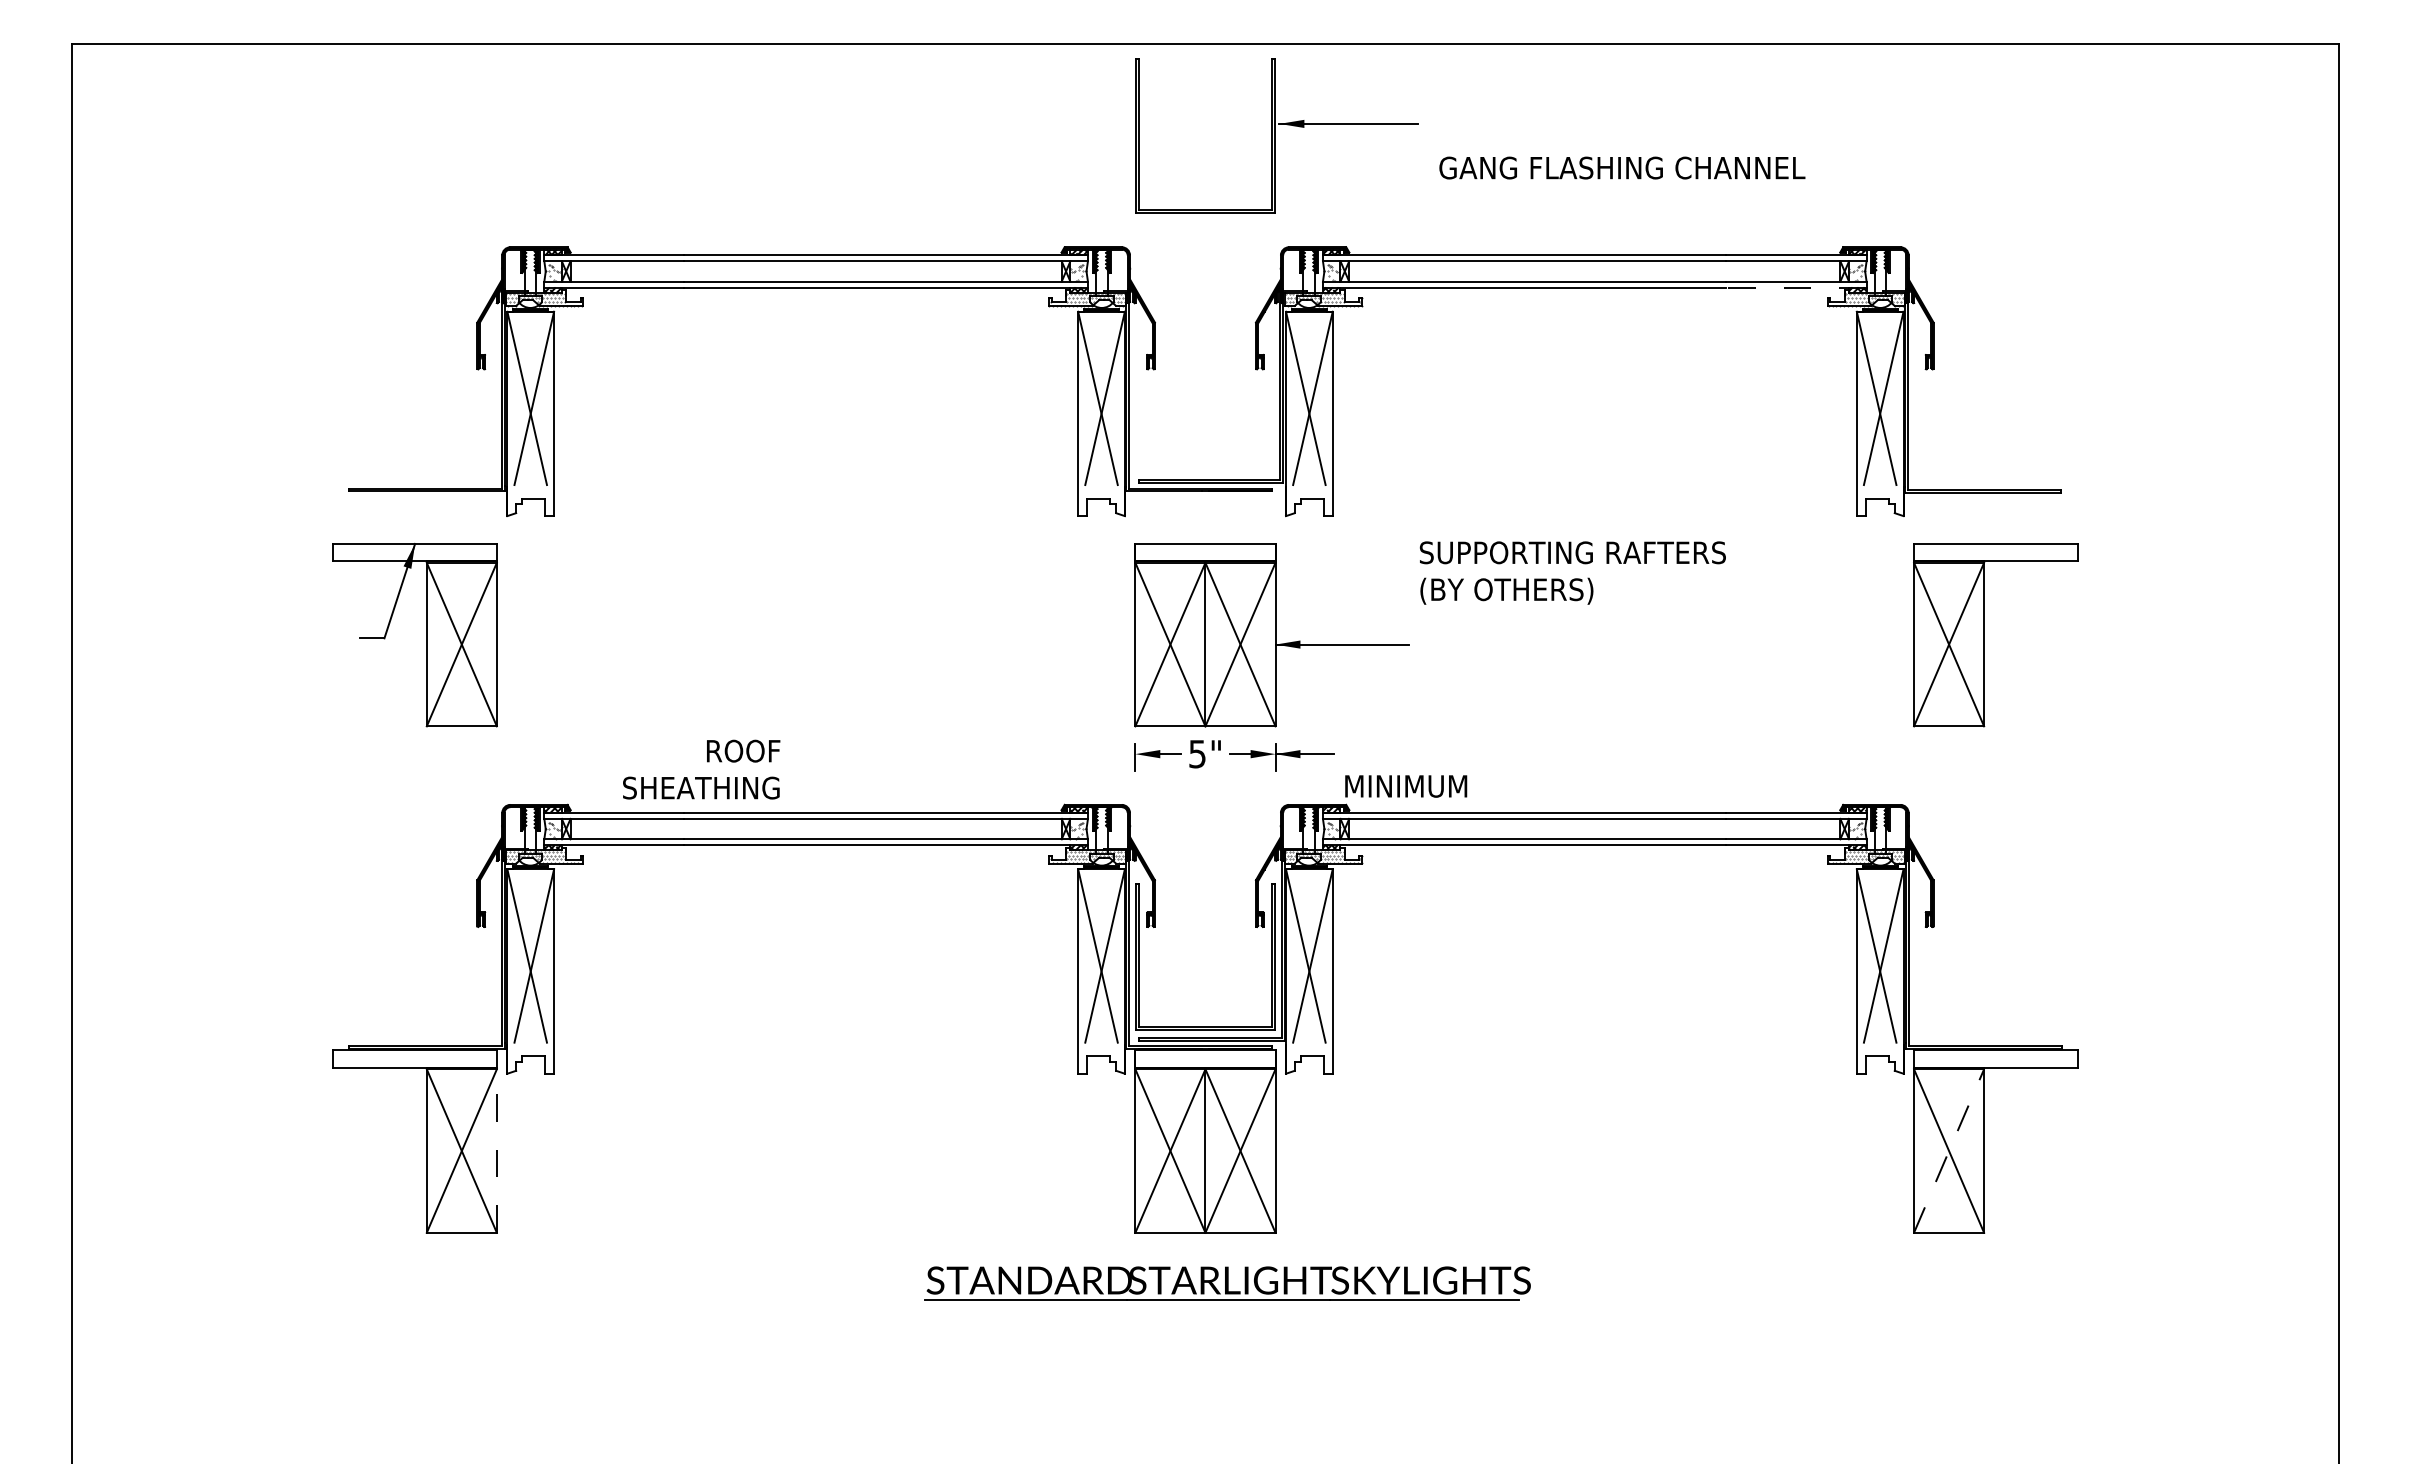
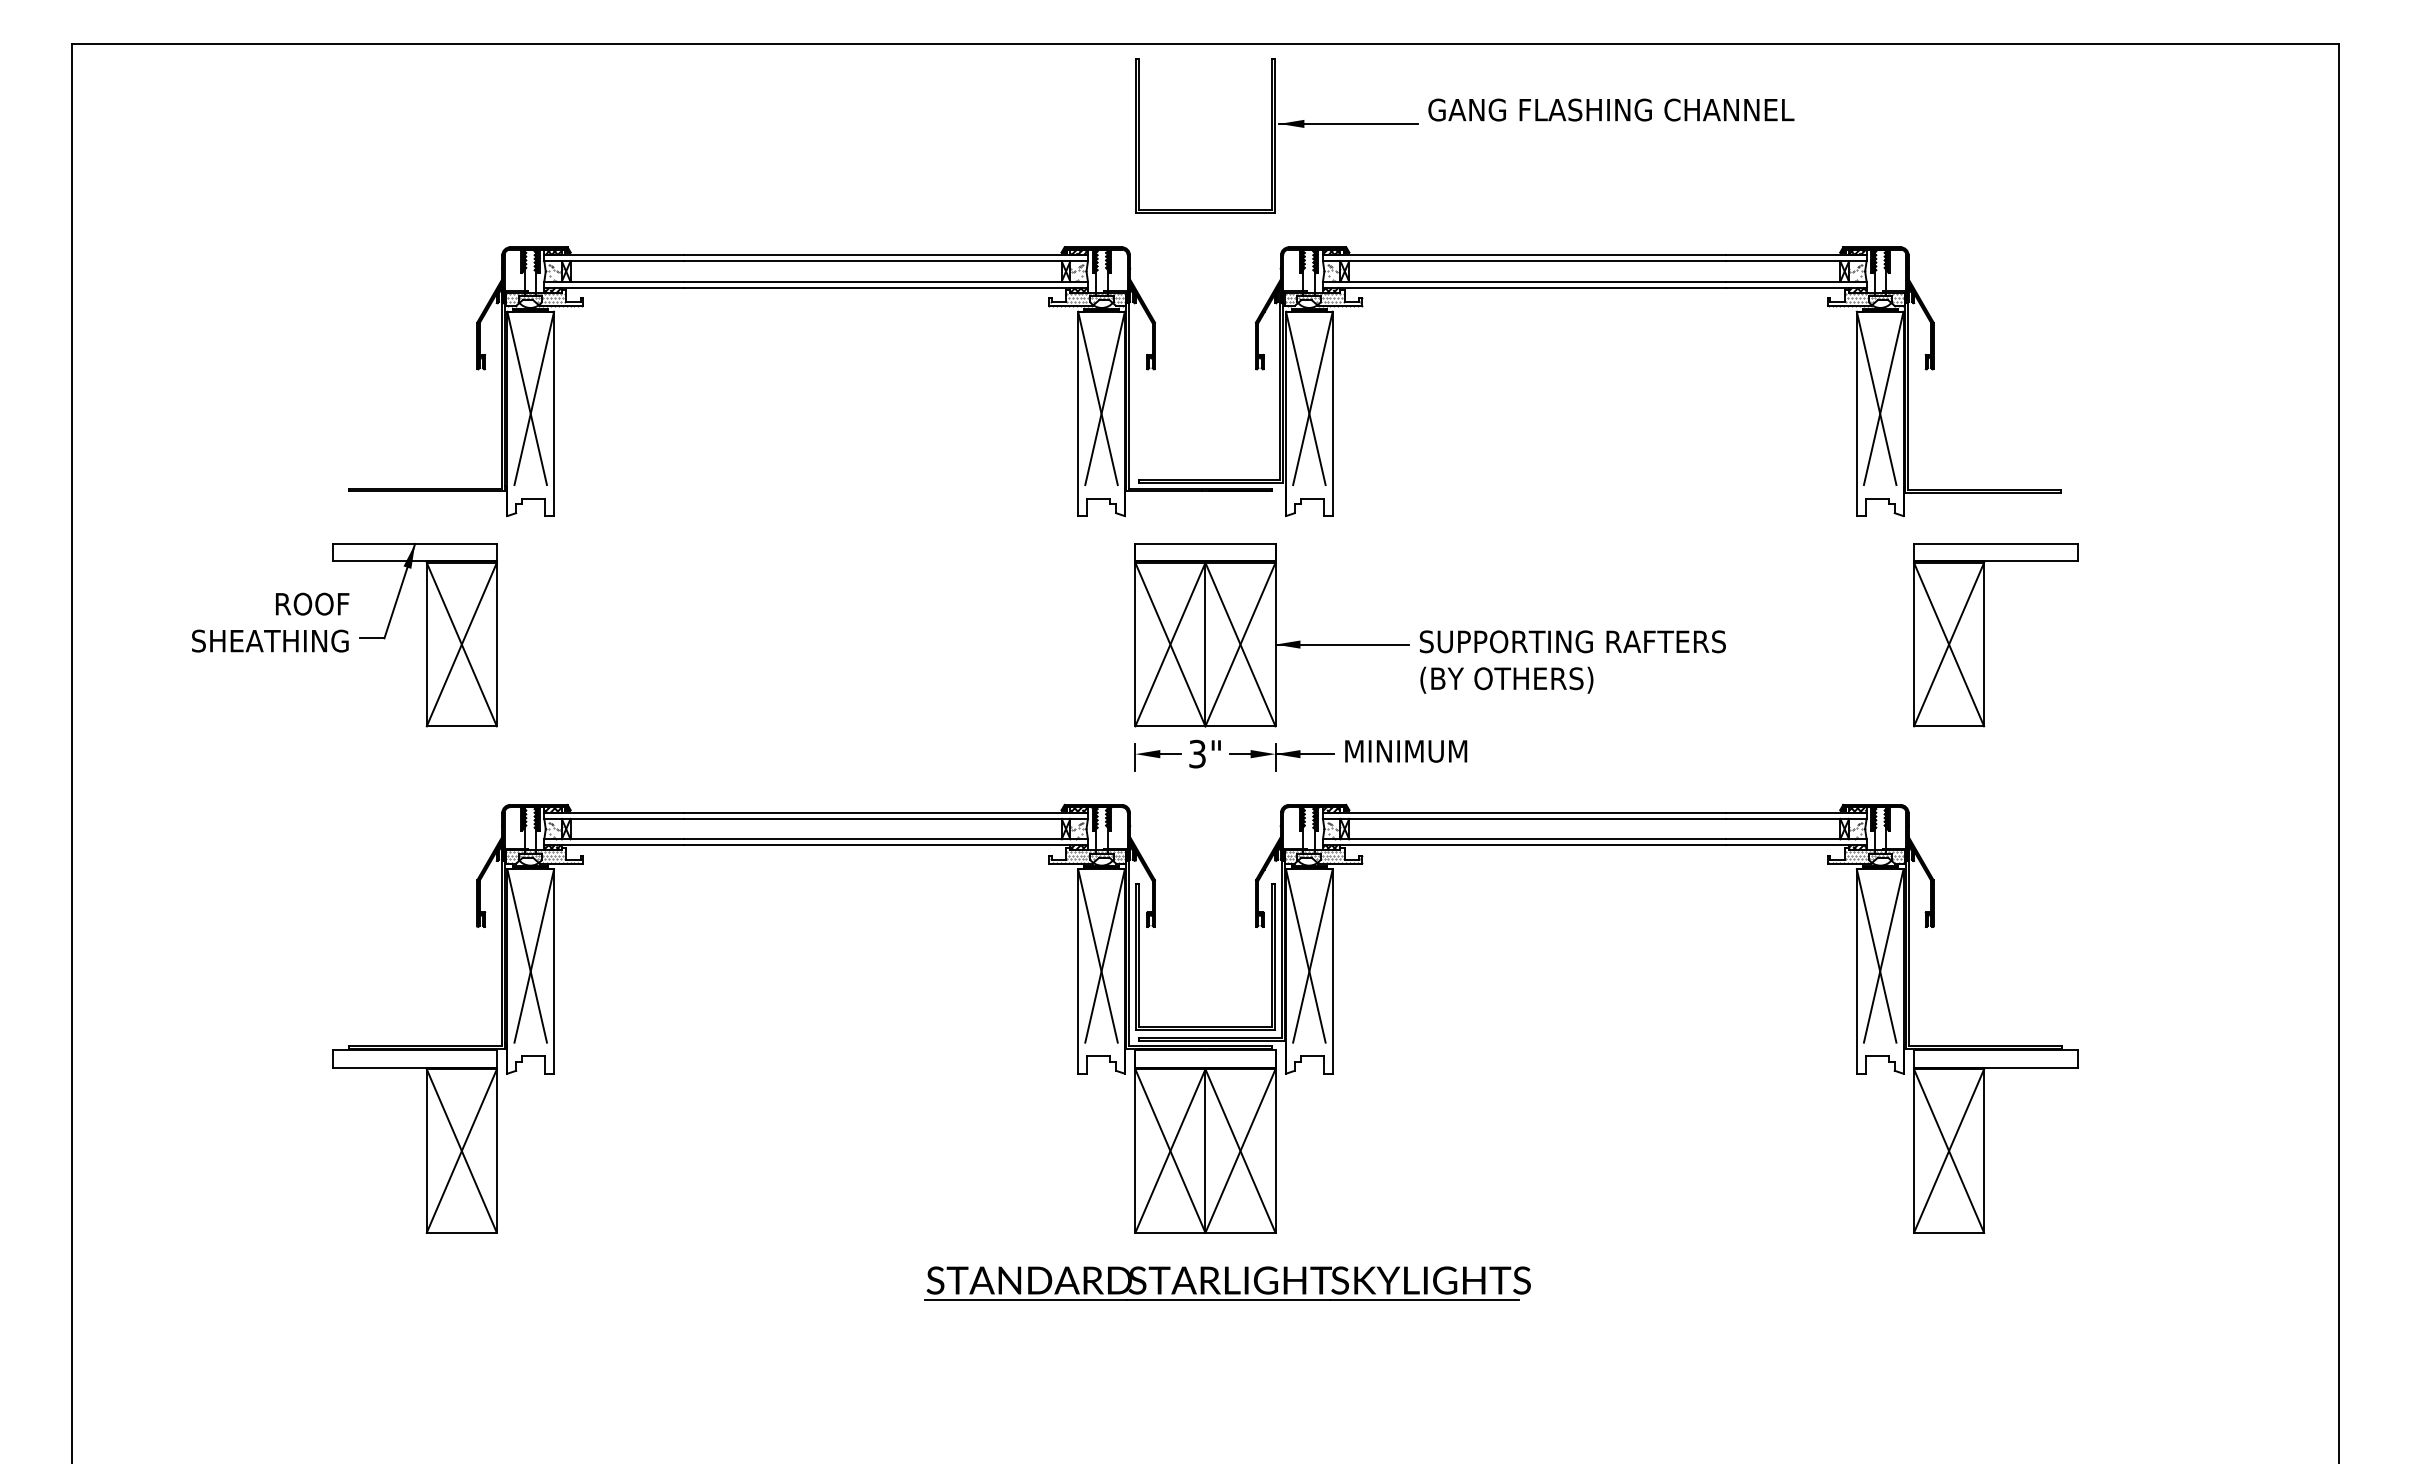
text at (1622, 167) position: (1622, 167) -> (1611, 109)
line at (1796, 287): dashed -> solid
text at (1572, 572) position: (1572, 572) -> (1572, 661)
text at (1197, 753): 5" -> 3"
text at (701, 769) position: (701, 769) -> (270, 622)
text at (1406, 786) position: (1406, 786) -> (1406, 751)
line at (496, 1151): dashed -> solid
line at (1949, 1151): dashed -> solid
